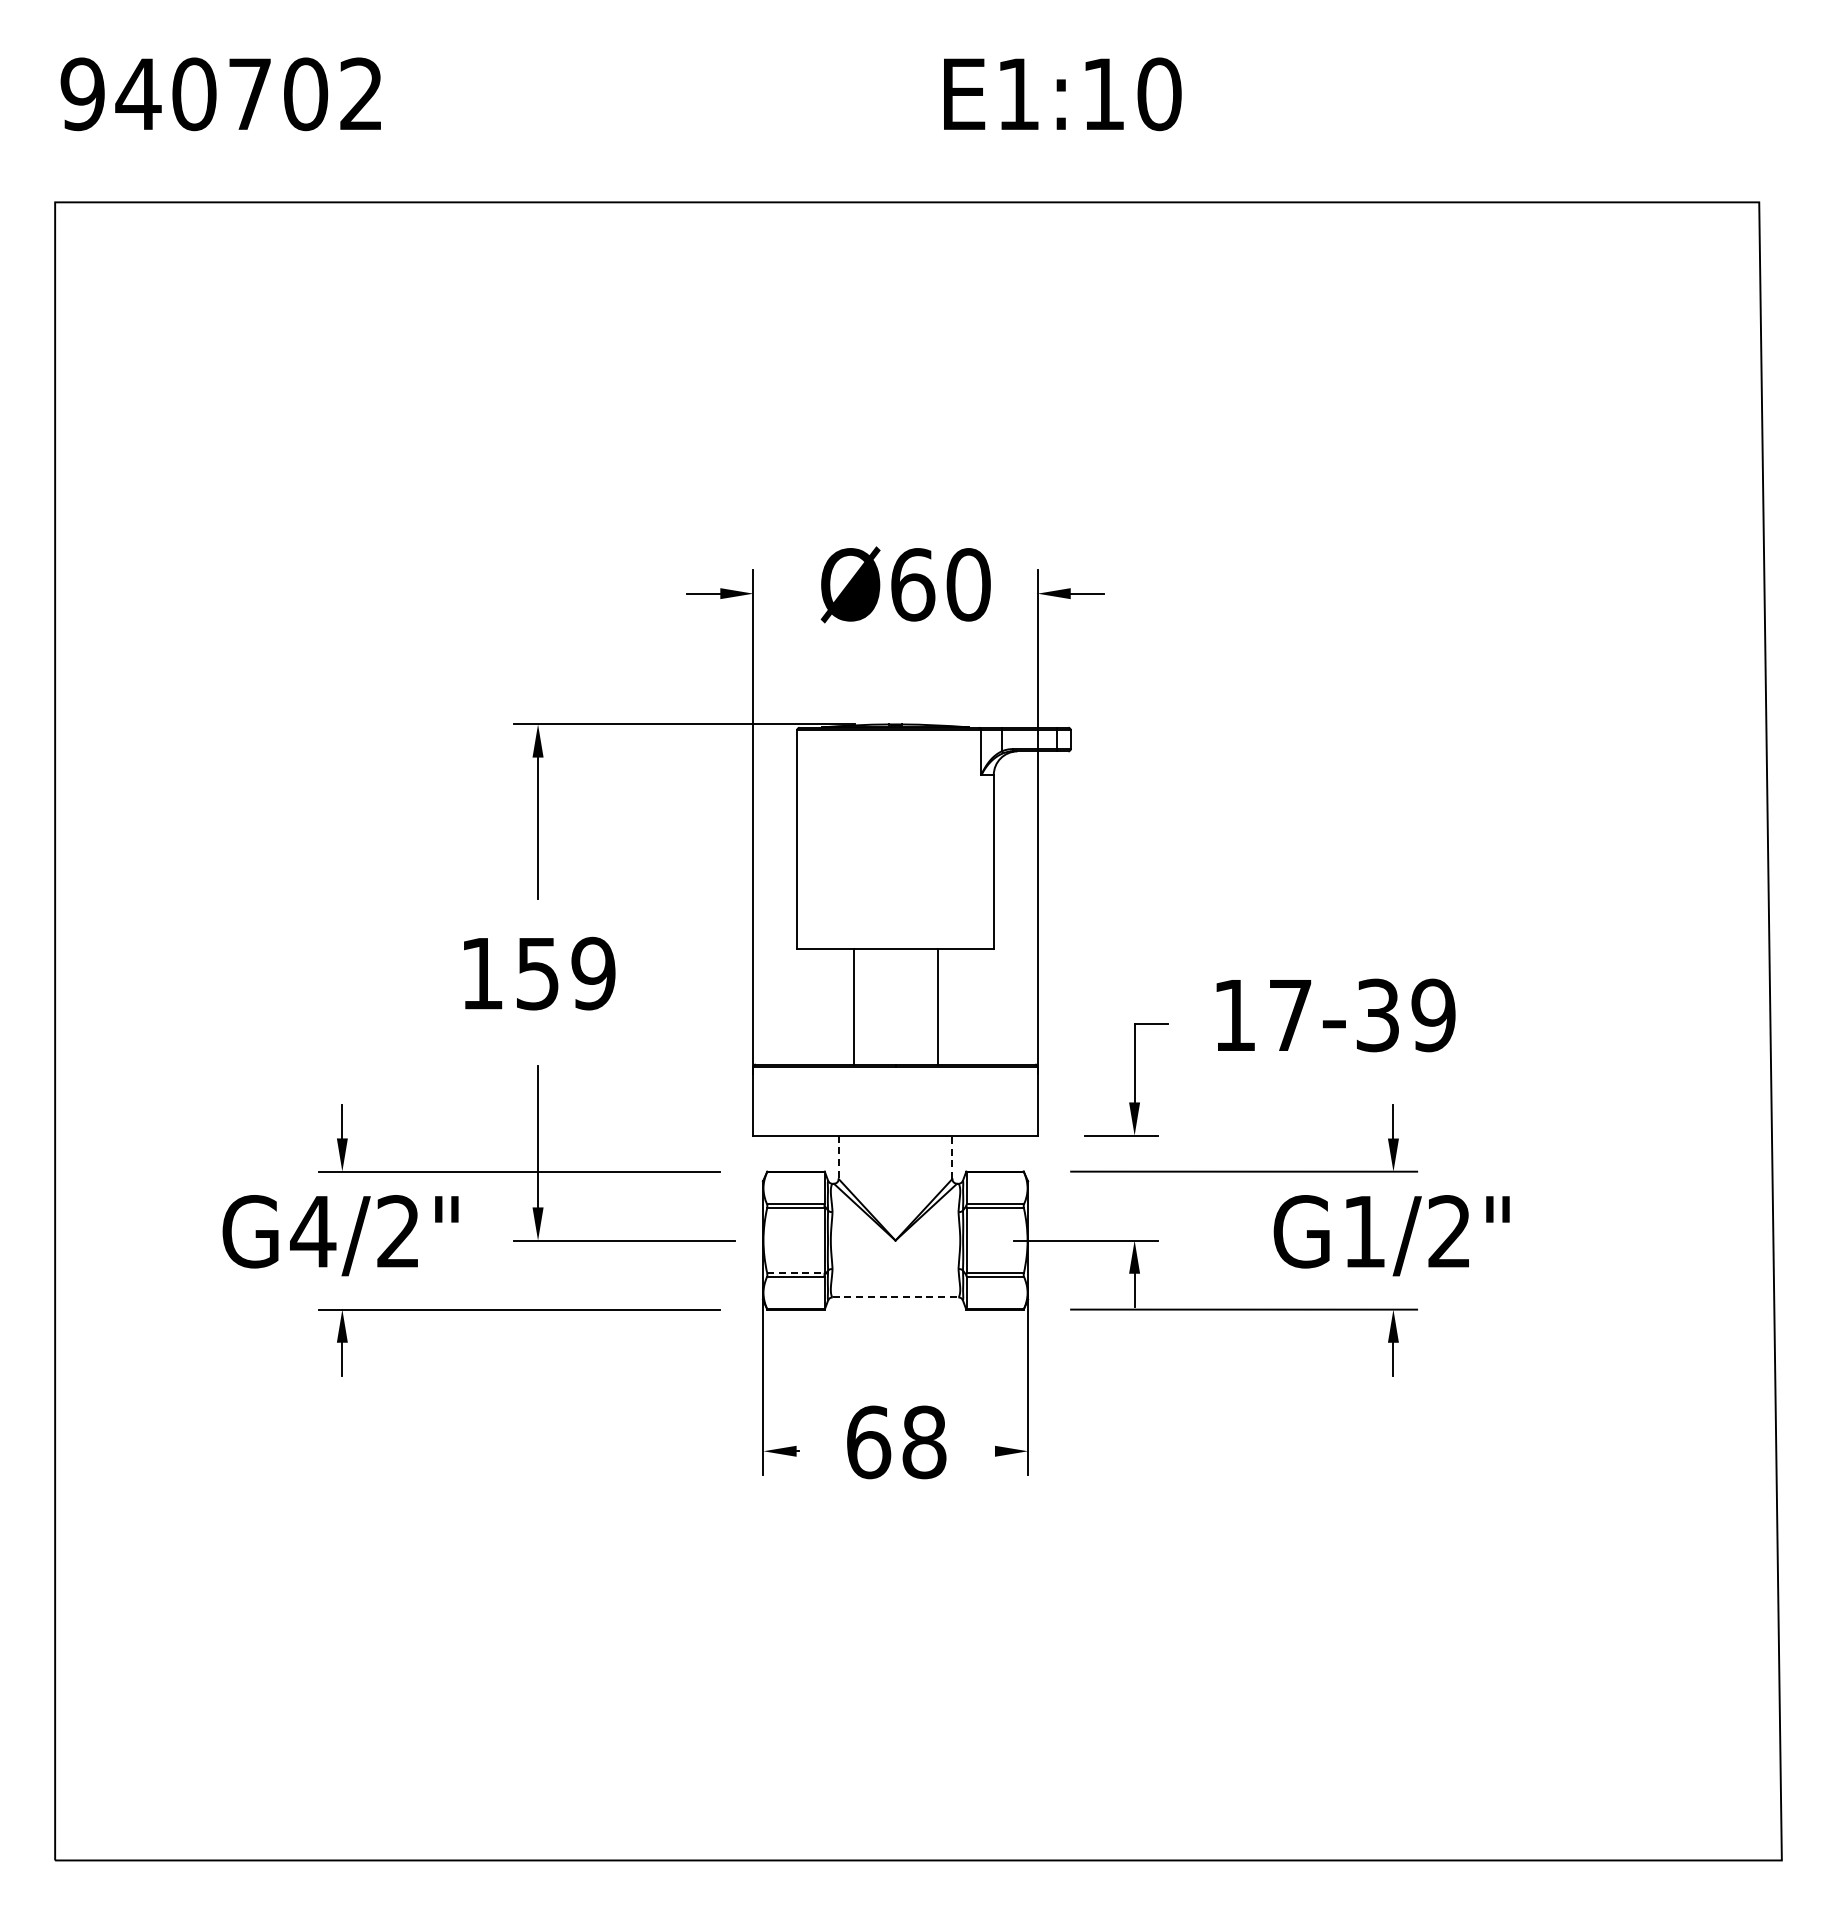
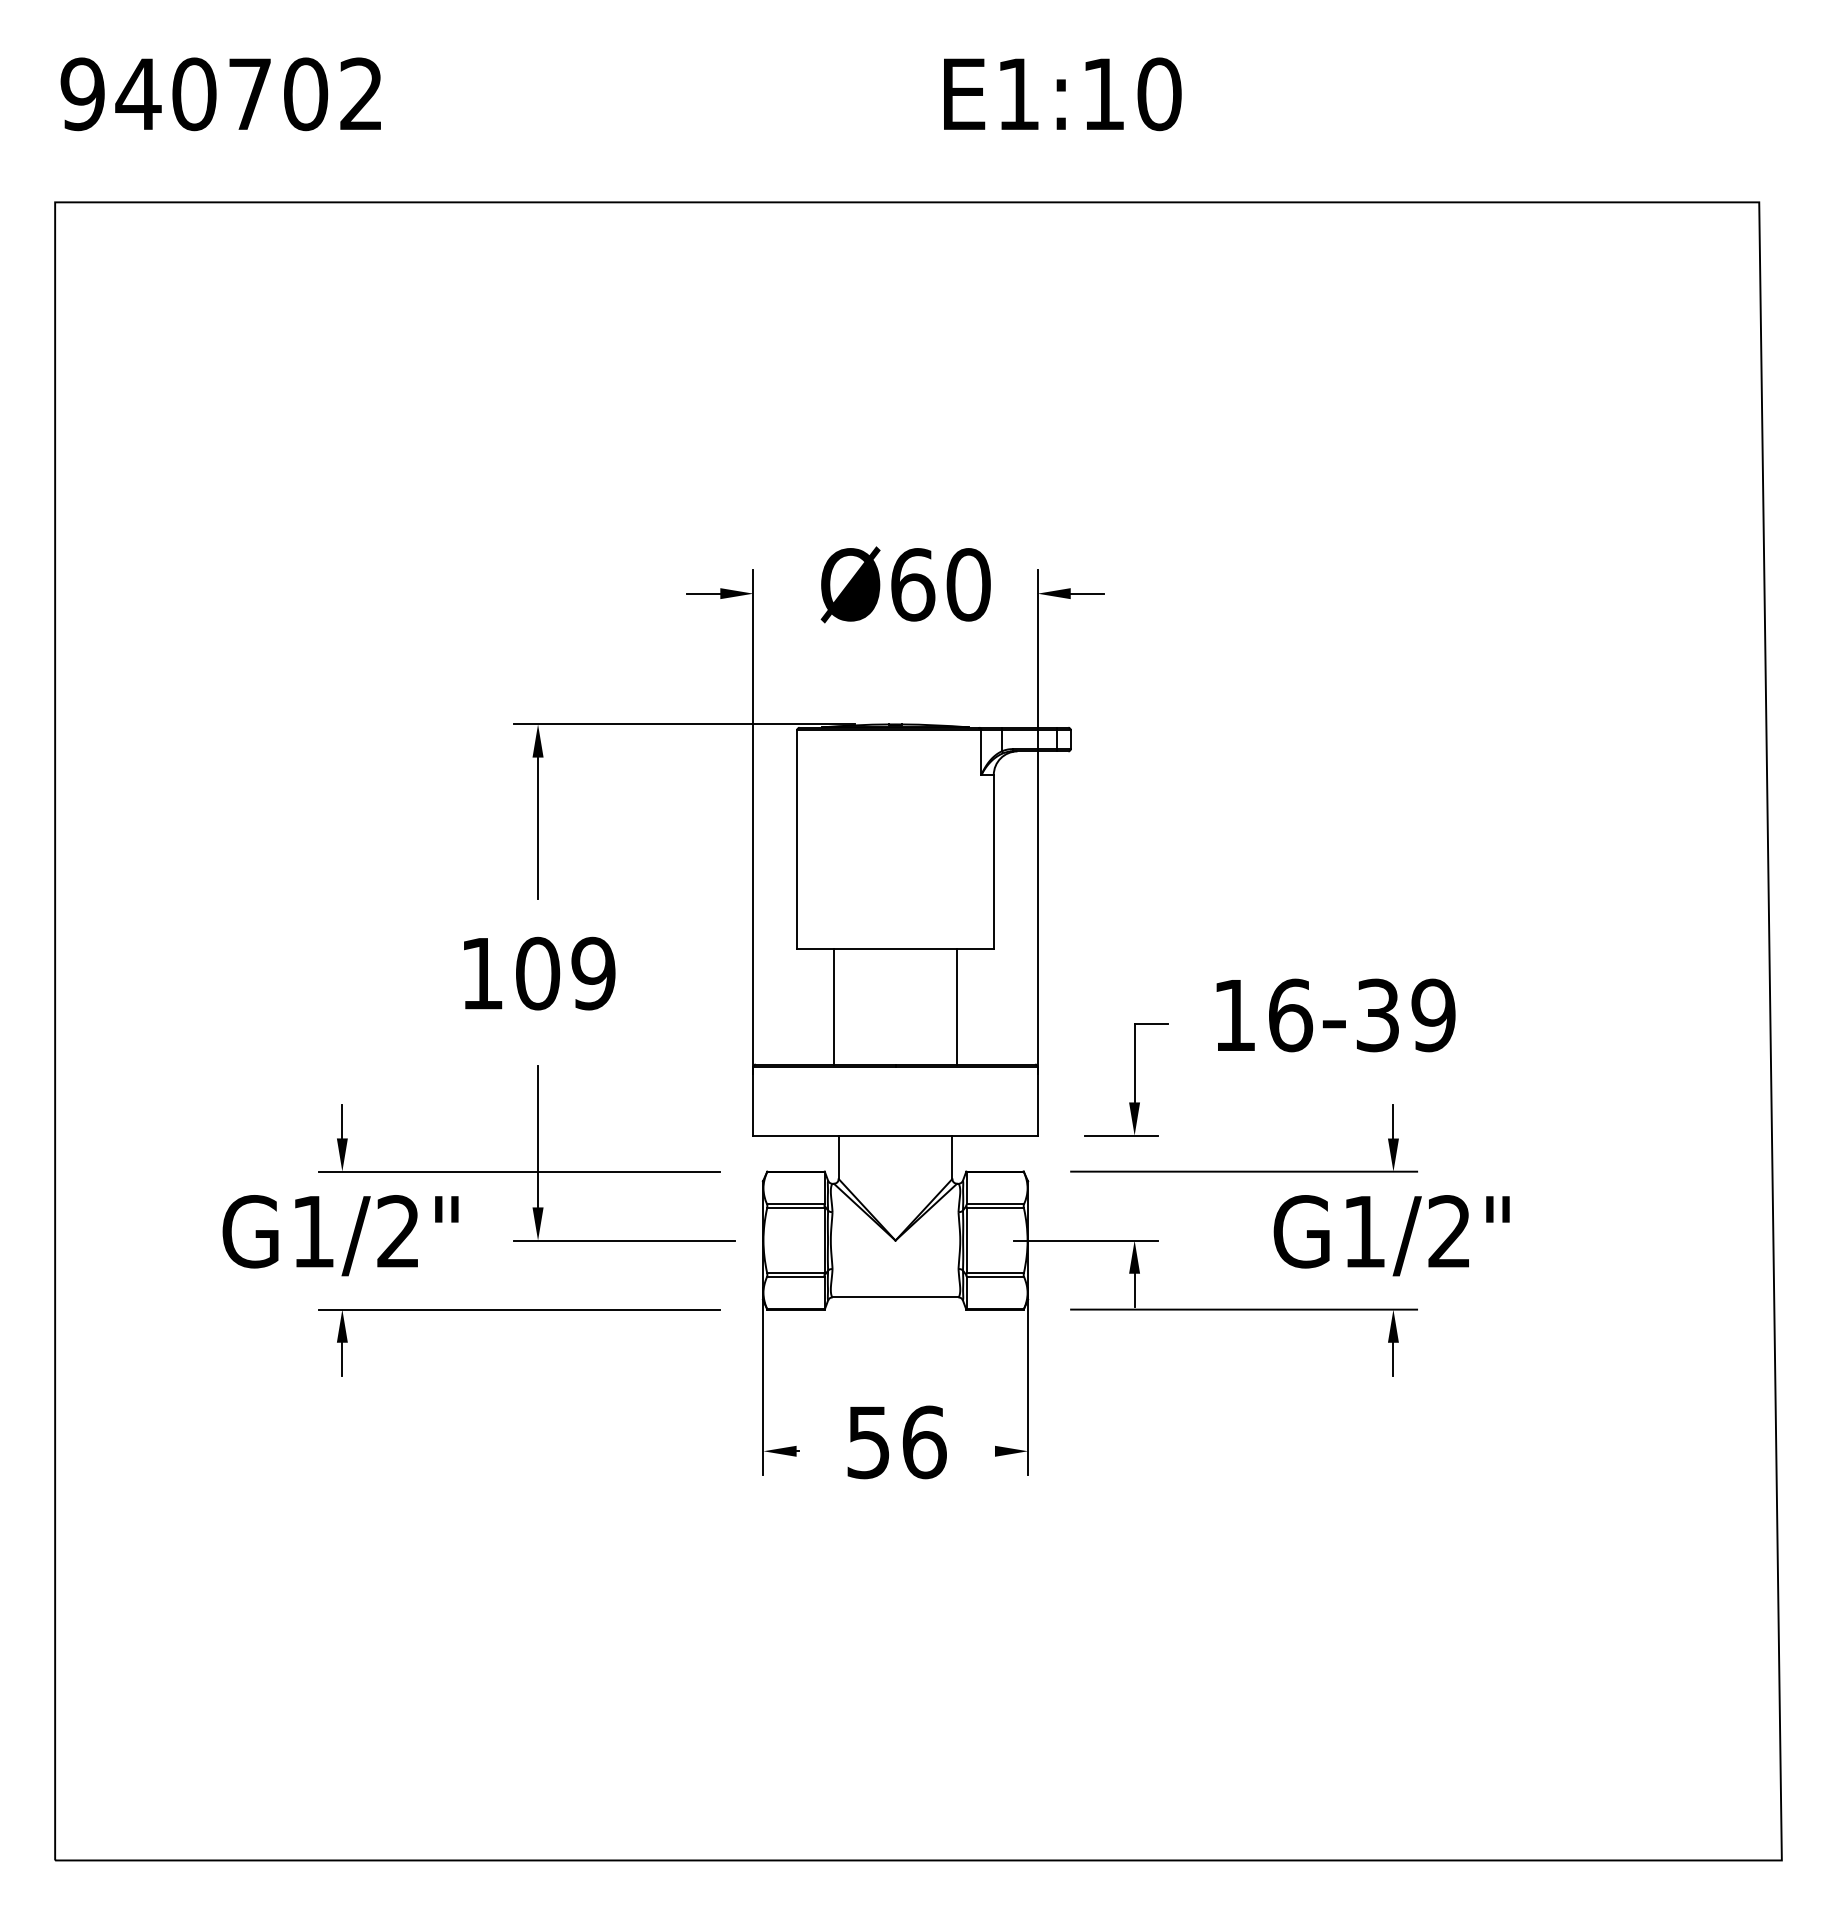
text at (538, 973): 159 -> 109
line at (853, 1006) position: (853, 1006) -> (833, 1006)
line at (938, 1006) position: (938, 1006) -> (957, 1006)
text at (1291, 1015): 17-39 -> 16-39
line at (838, 1157): dashed -> solid
line at (952, 1157): dashed -> solid
text at (313, 1231): G4/2" -> G1/2"
line at (795, 1272): dashed -> solid
line at (895, 1297): dashed -> solid
text at (896, 1442): 68 -> 56
